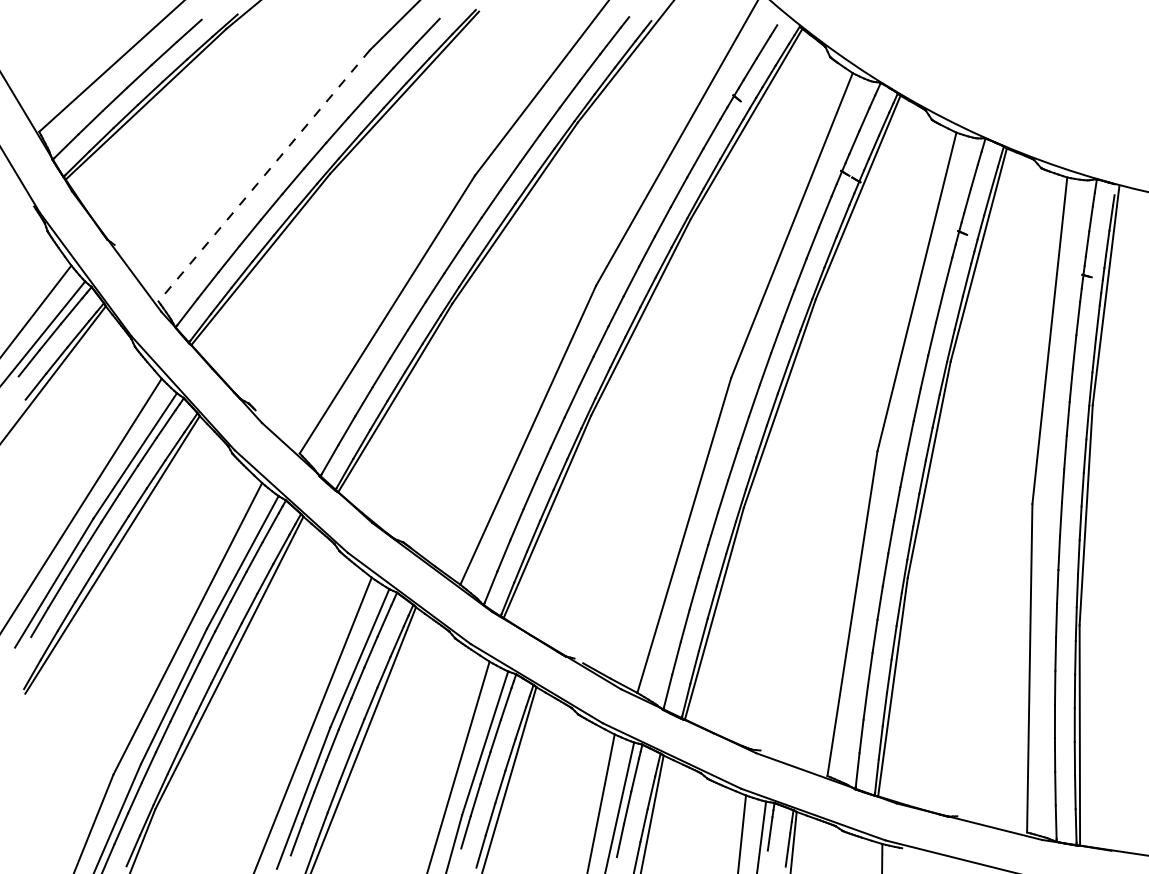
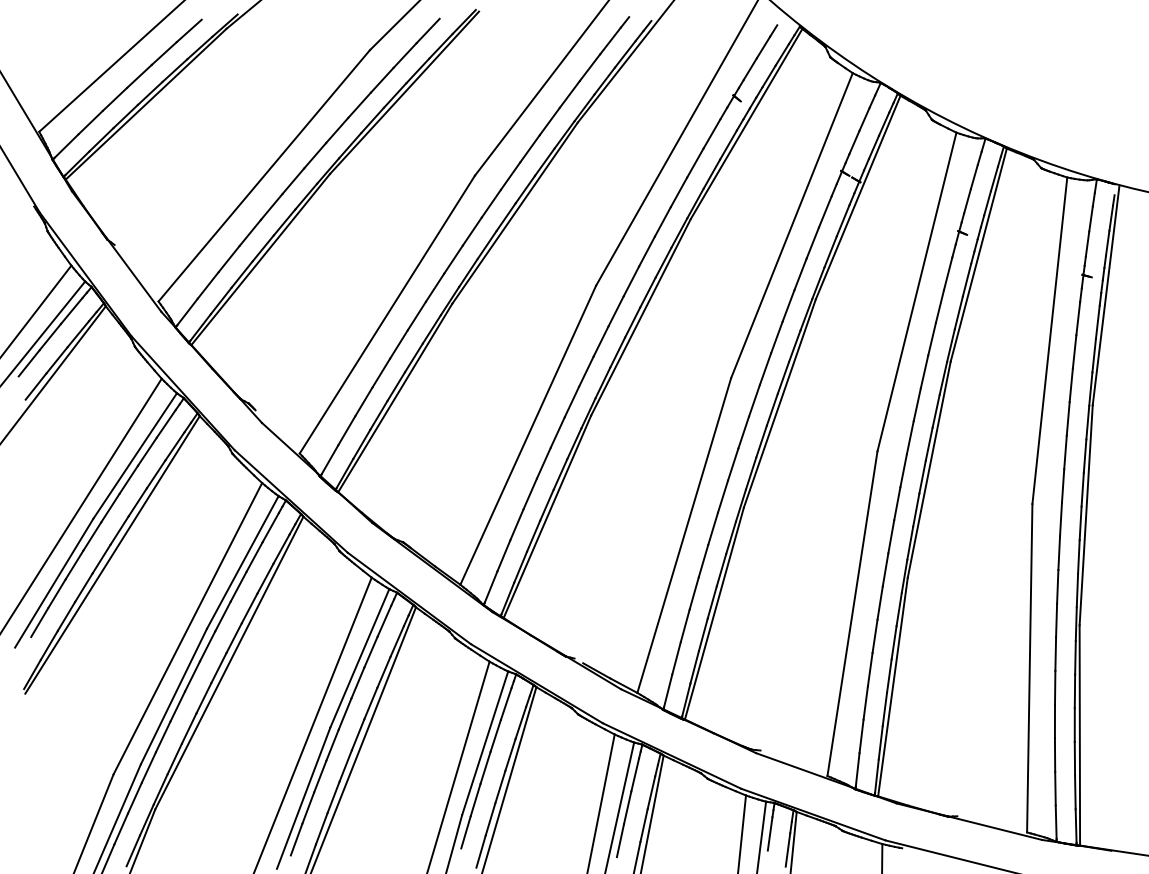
line at (263, 176): dashed -> solid
